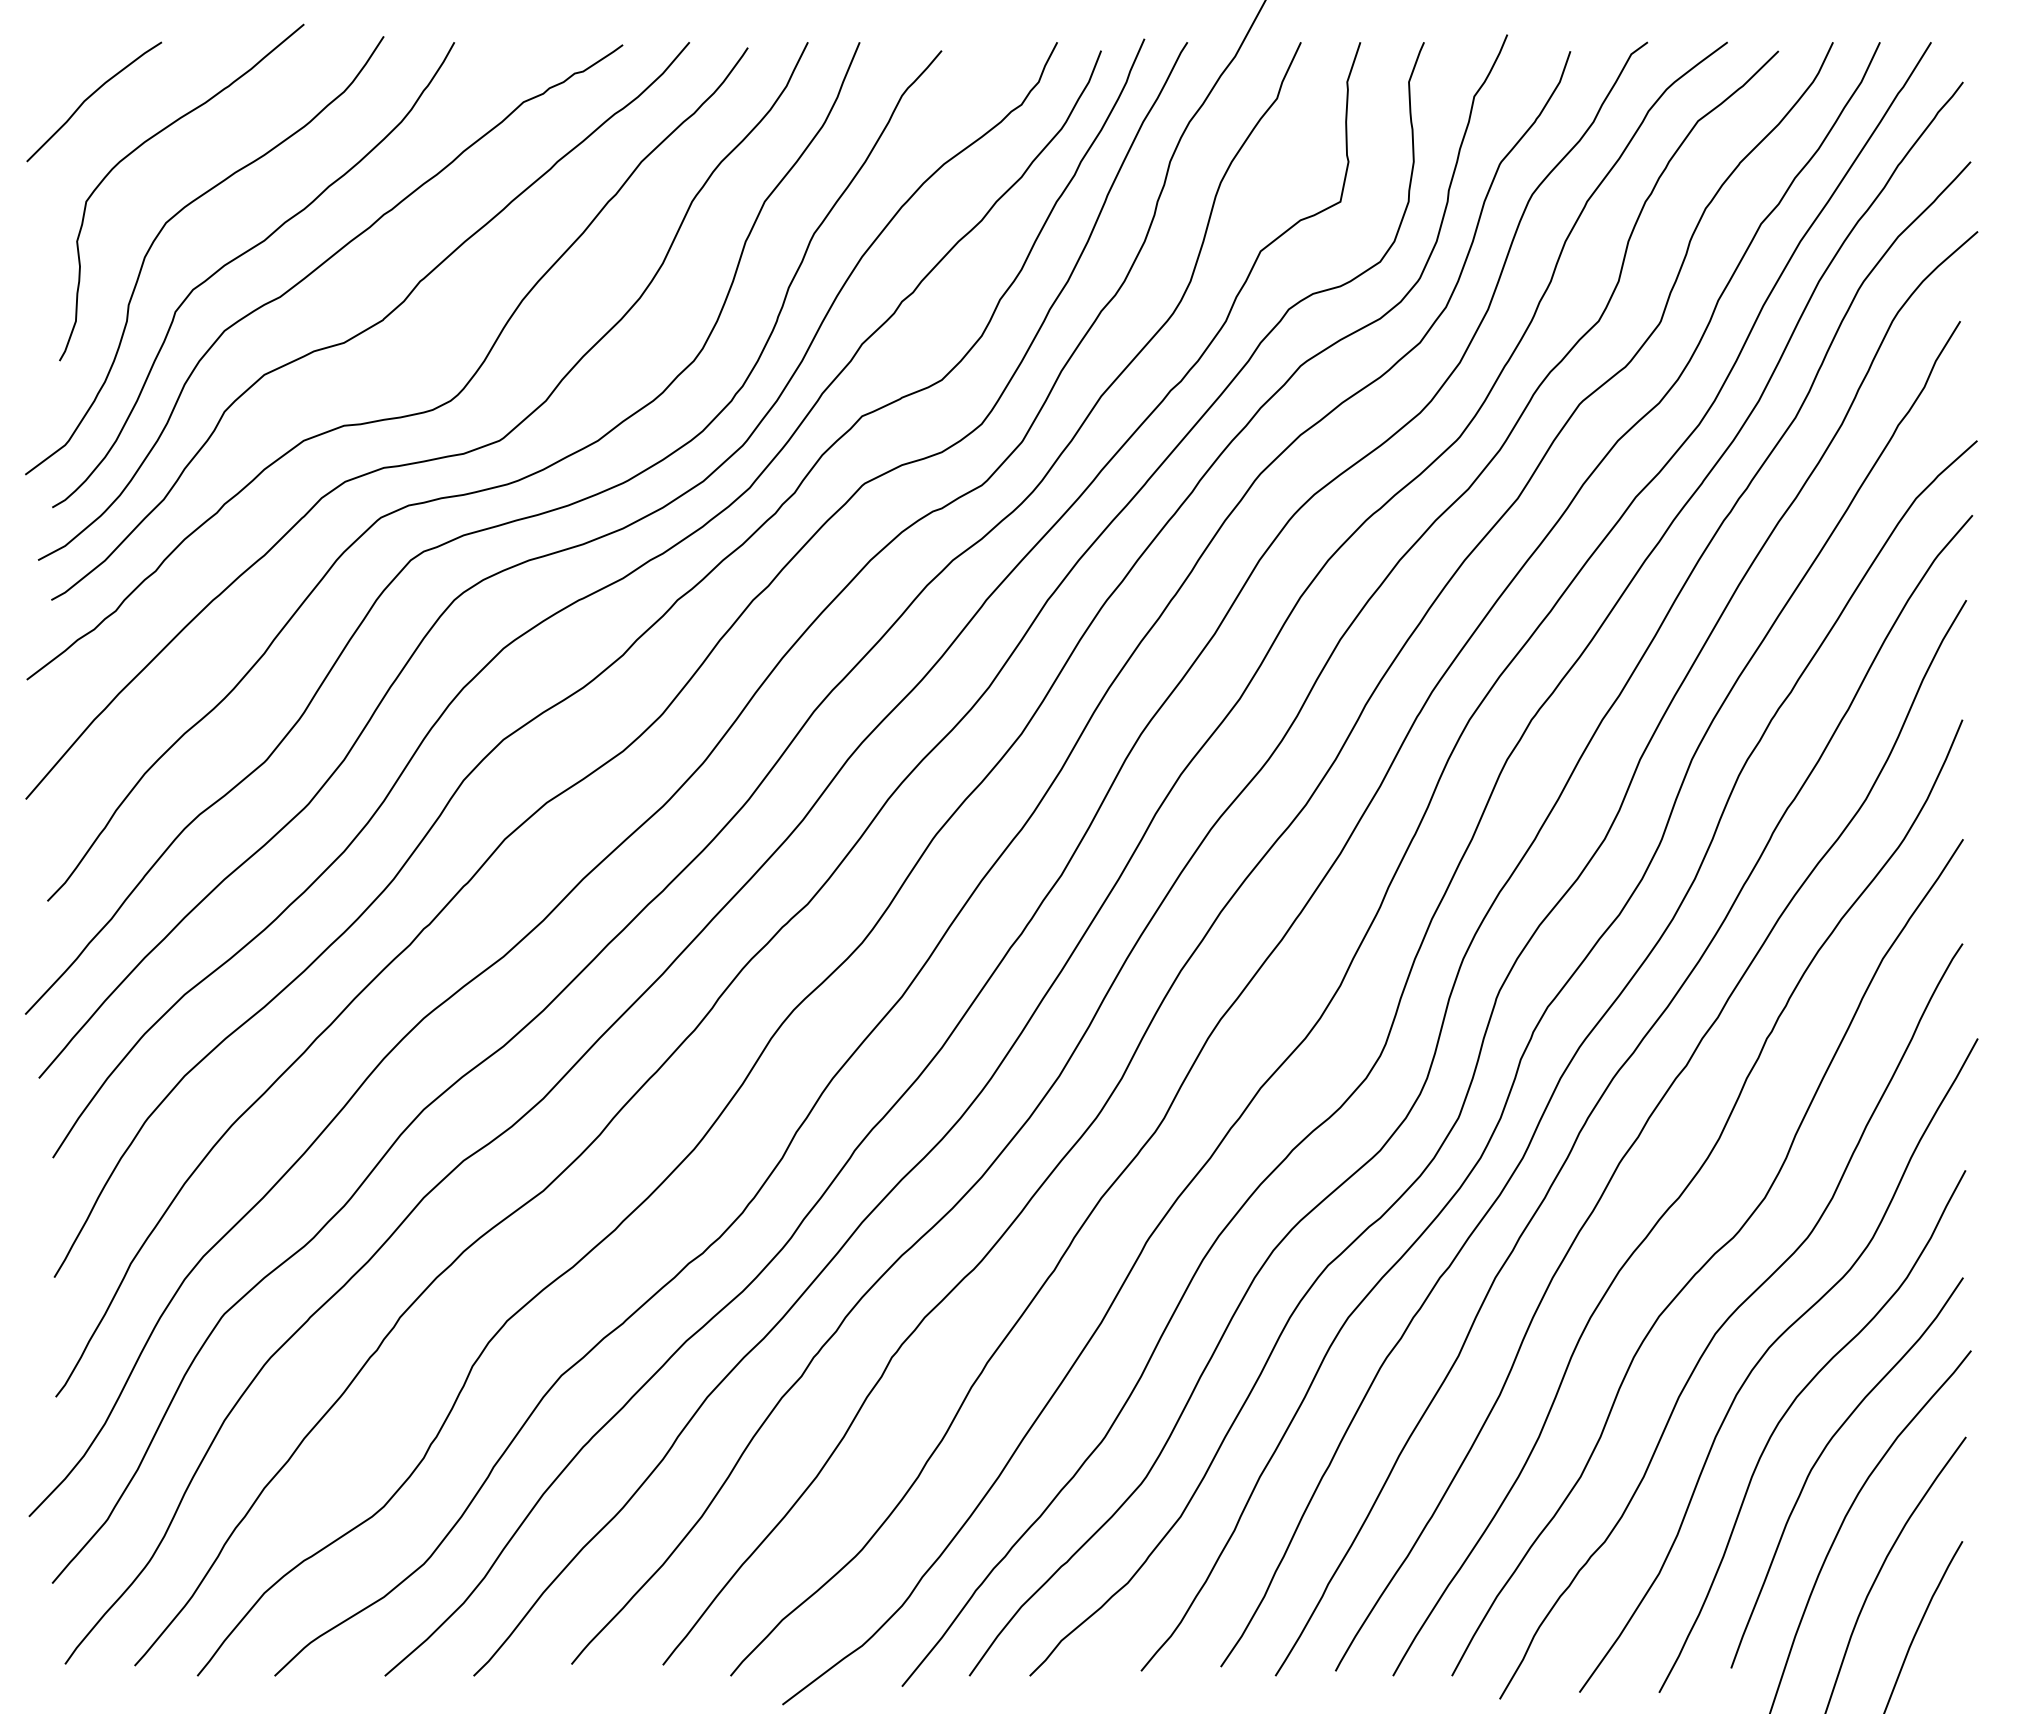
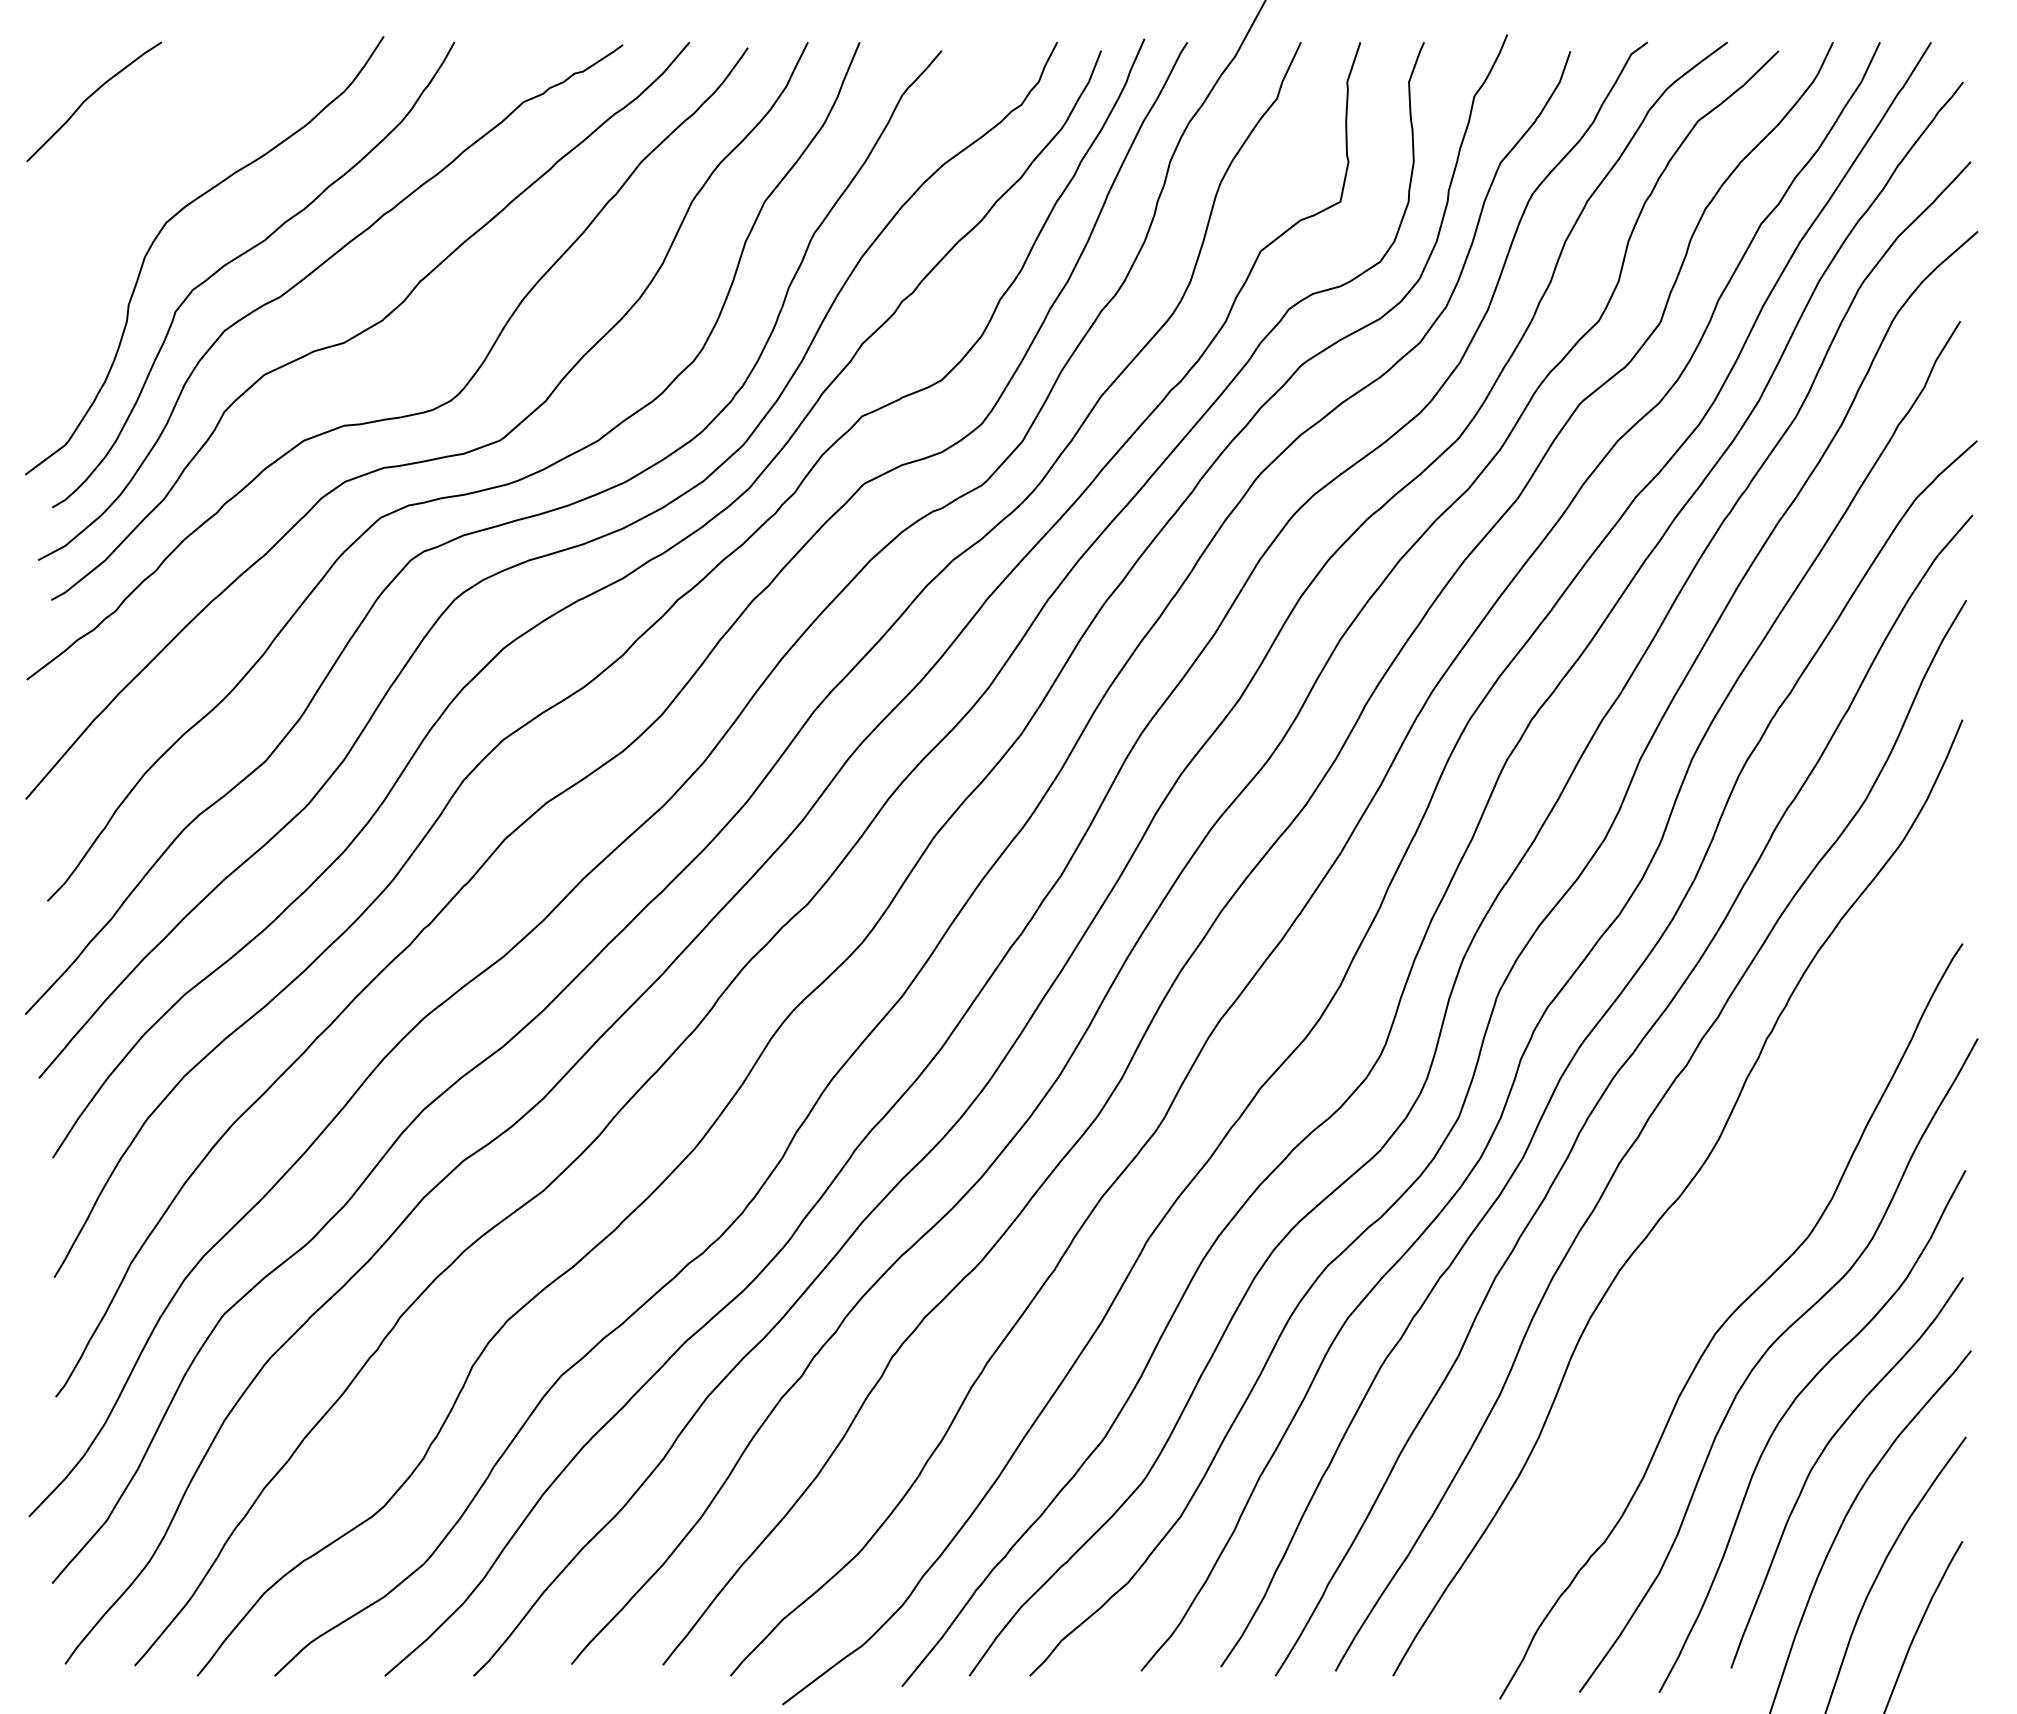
curve at (146, 142): present -> none
curve at (1709, 1258): present -> none
